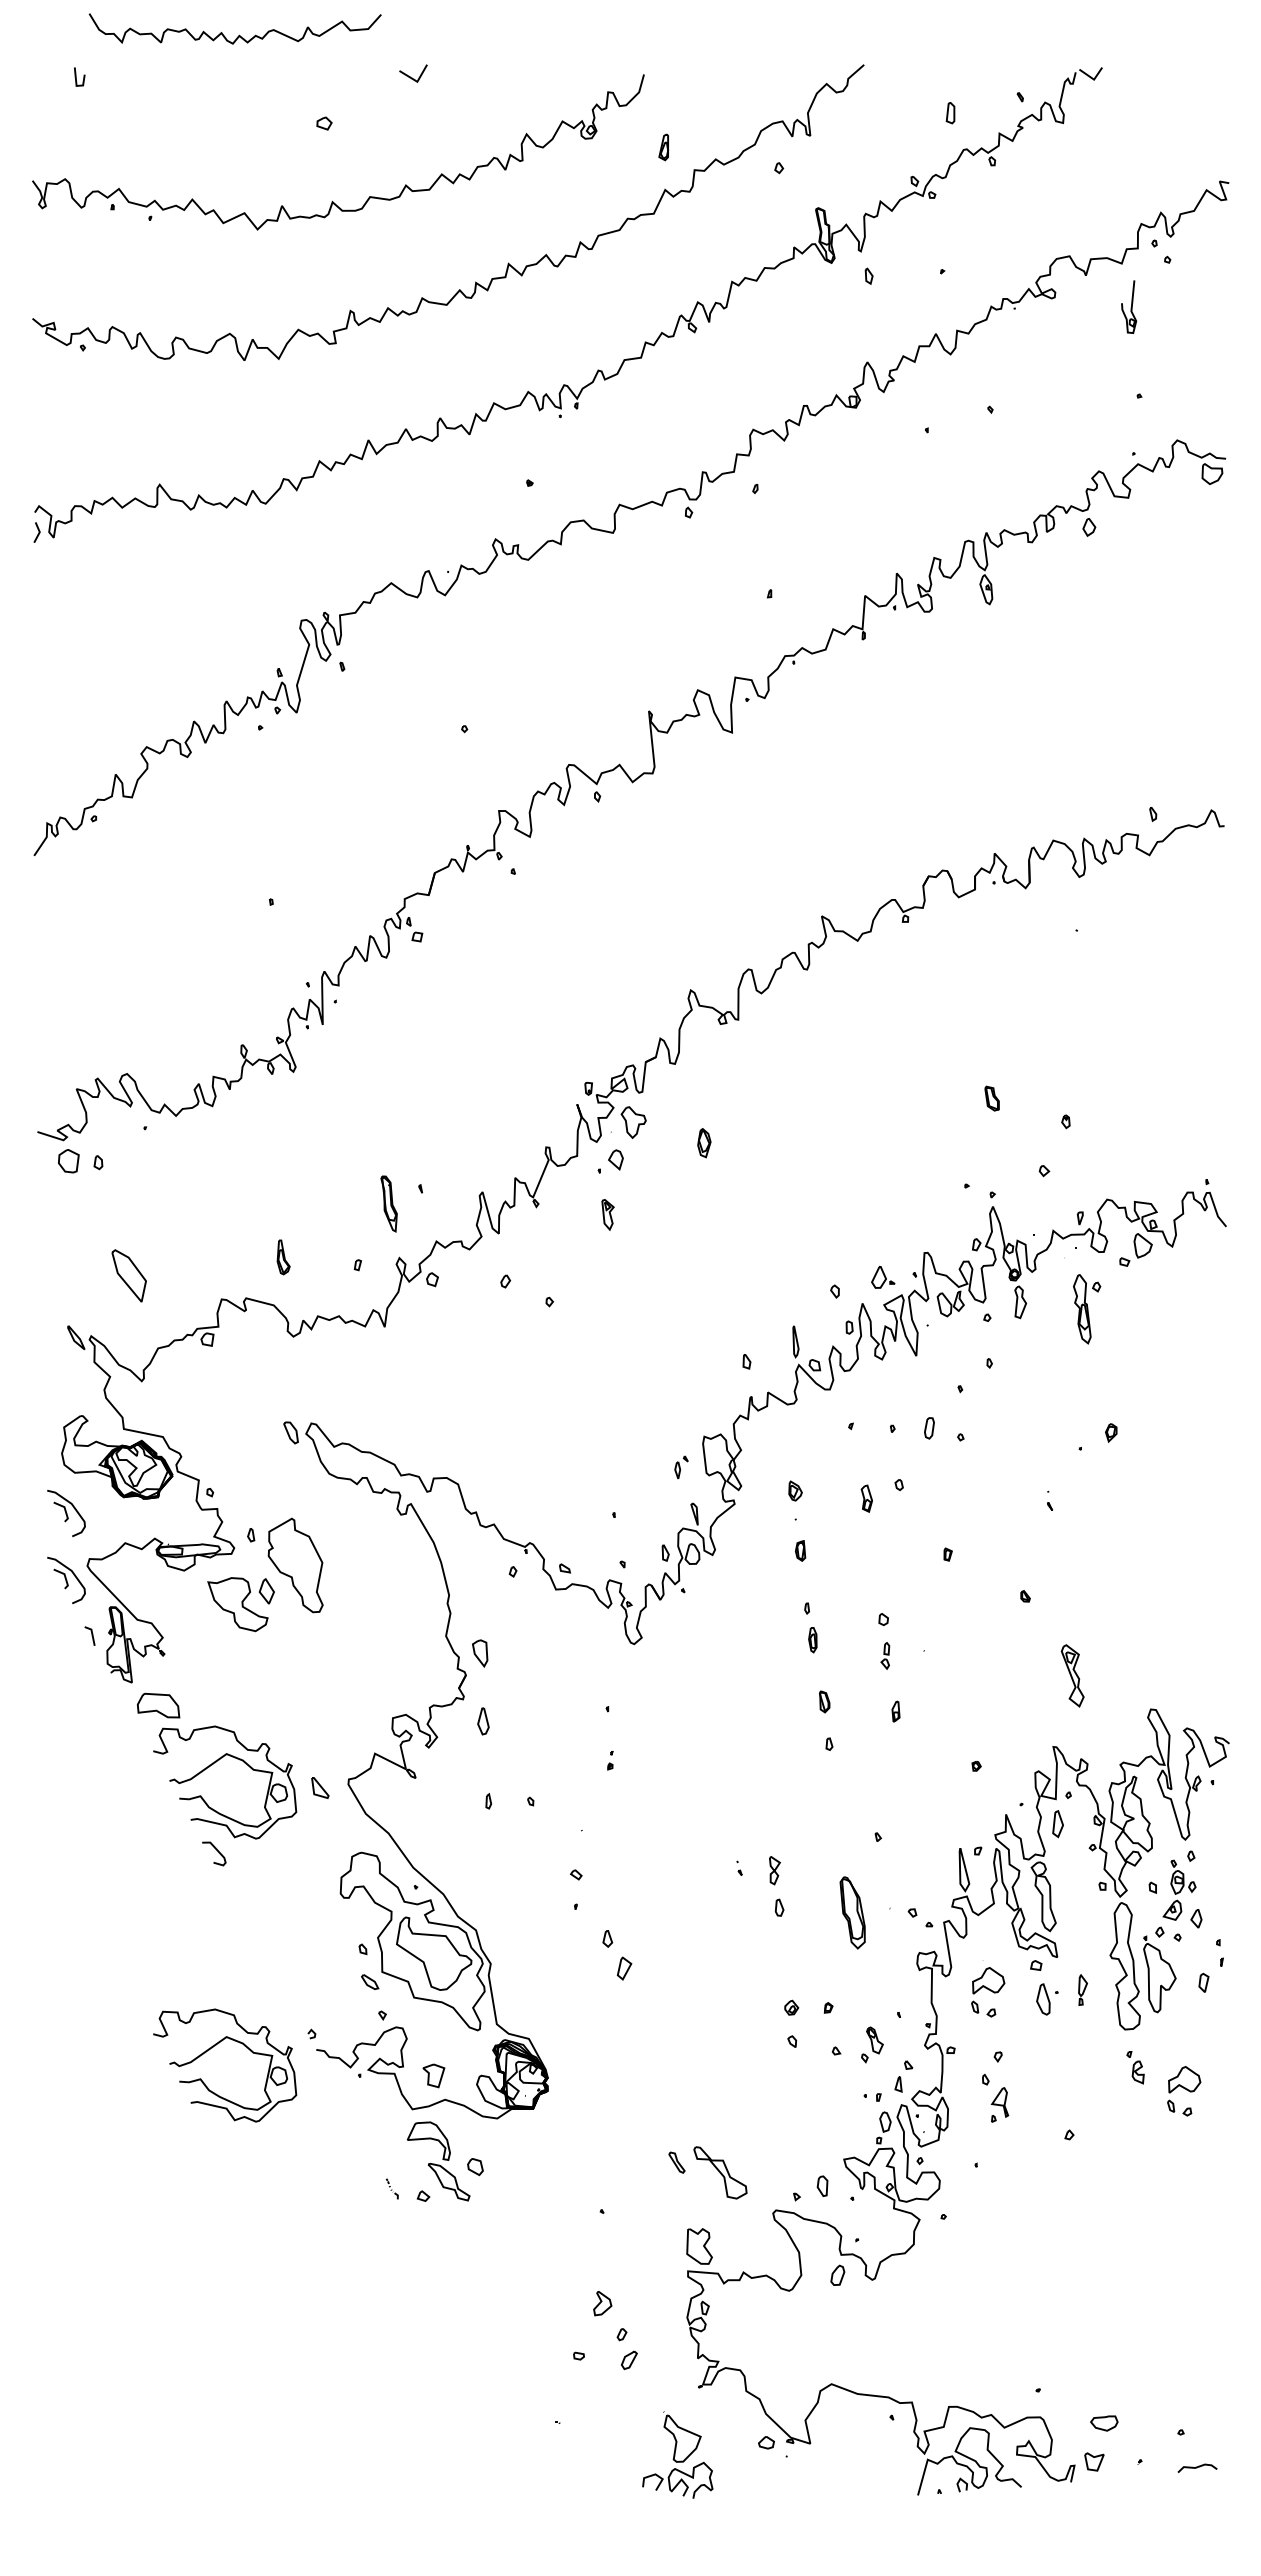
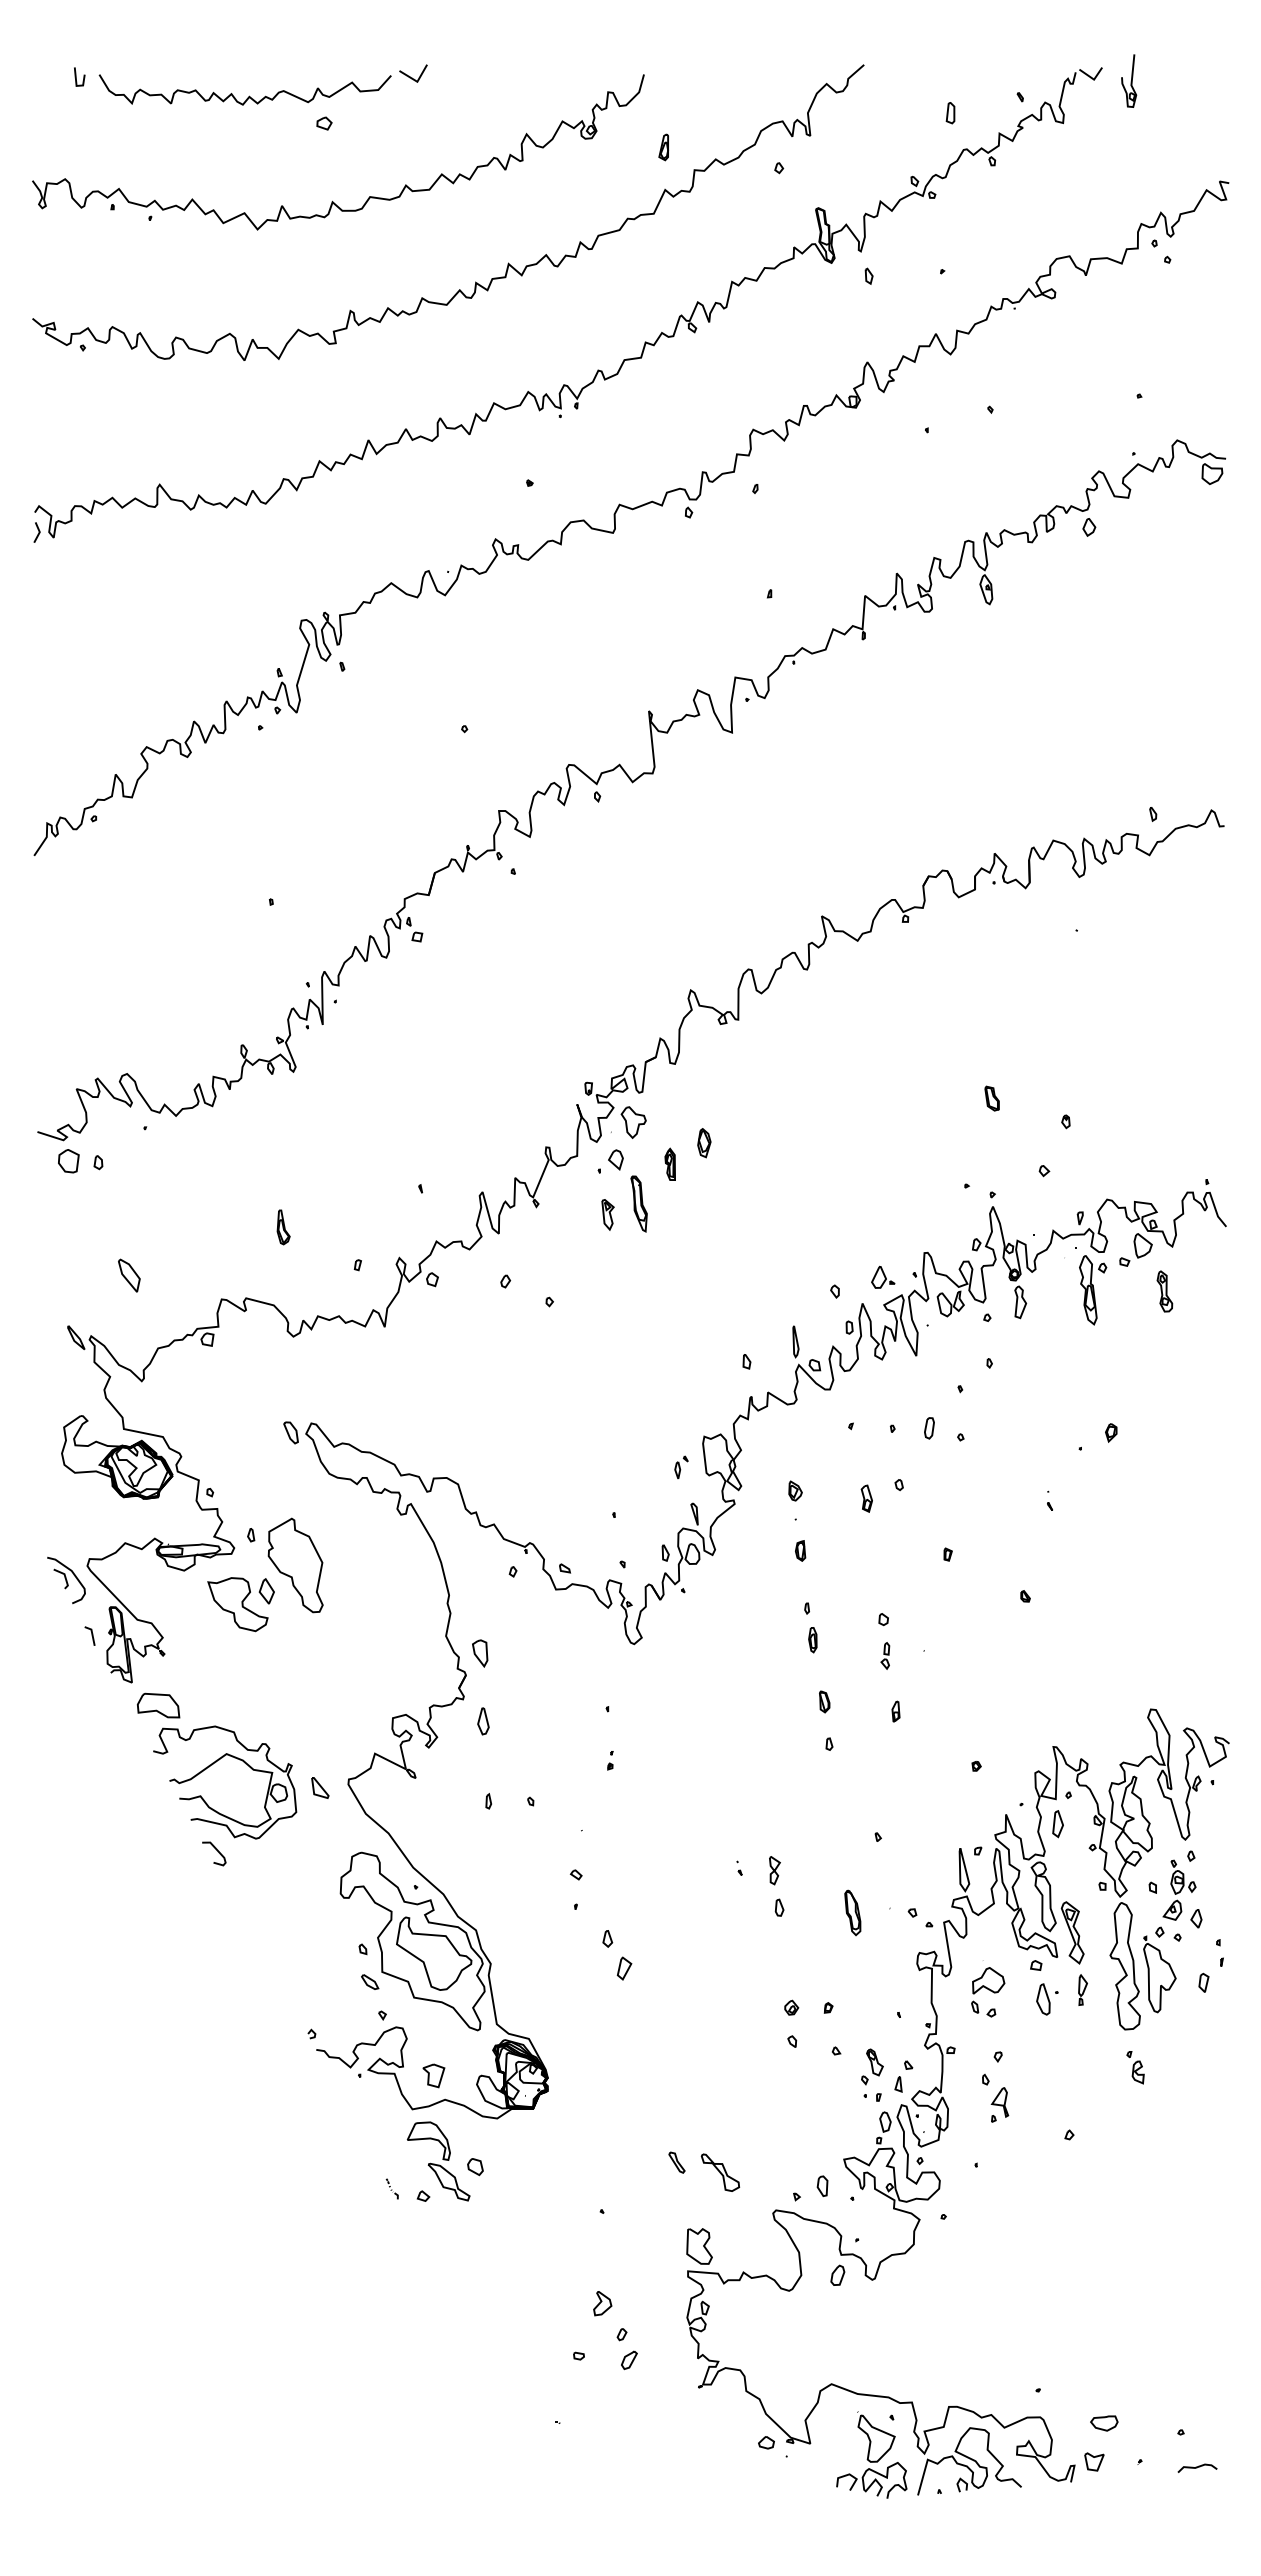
curve at (239, 34) position: (239, 34) -> (249, 95)
part at (1129, 306) position: (1129, 306) -> (1129, 80)
part at (669, 1163): none -> present
part at (388, 1203) position: (388, 1203) -> (638, 1203)
part at (283, 1257) position: (283, 1257) -> (283, 1227)
part at (128, 1275) size: 36x54 px -> 23x35 px
part at (1164, 1291): none -> present
part at (1087, 1309) position: (1087, 1309) -> (1093, 1290)
part at (66, 1513): present -> none
part at (1072, 1675) position: (1072, 1675) -> (1072, 1932)
part at (852, 1912) size: 27x74 px -> 18x48 px
part at (872, 2044) position: (872, 2044) -> (872, 2066)
part at (212, 2048): present -> none
part at (1184, 2091): present -> none
part at (720, 2172) size: 55x54 px -> 41x39 px
part at (677, 2454) position: (677, 2454) -> (871, 2454)
